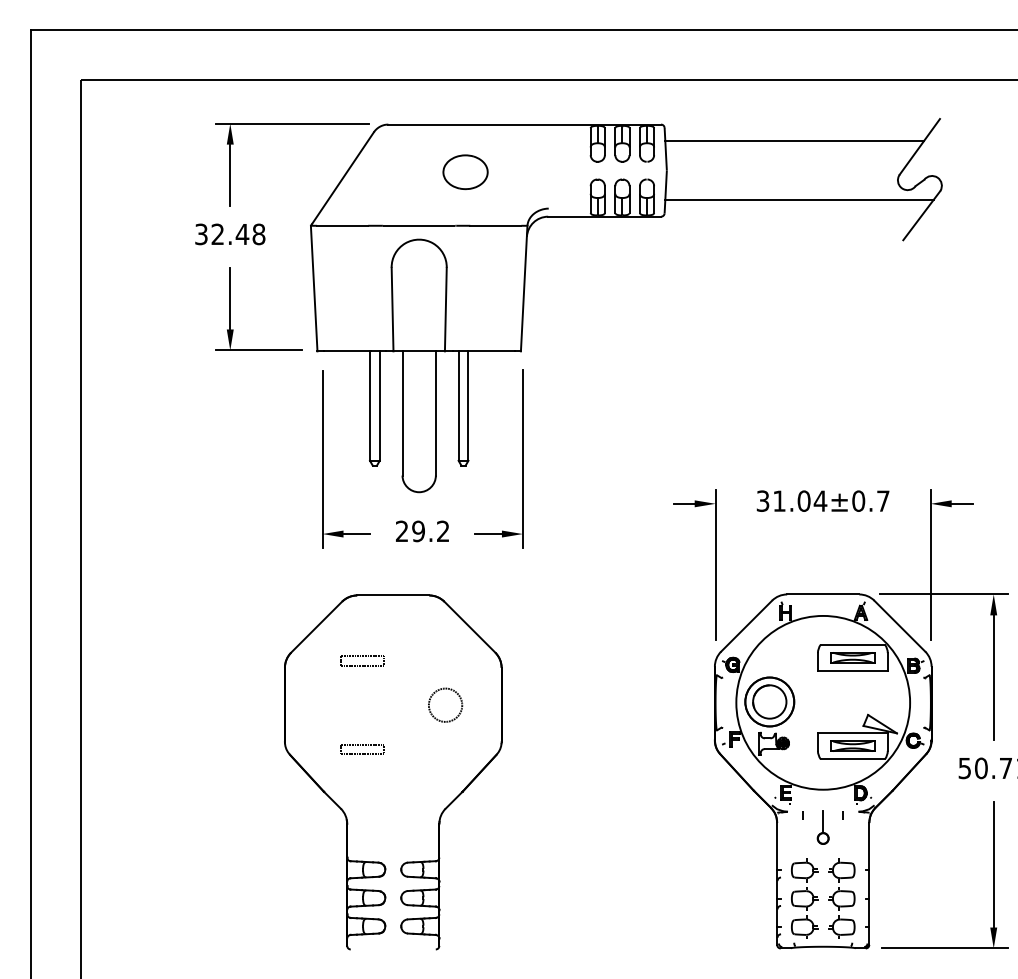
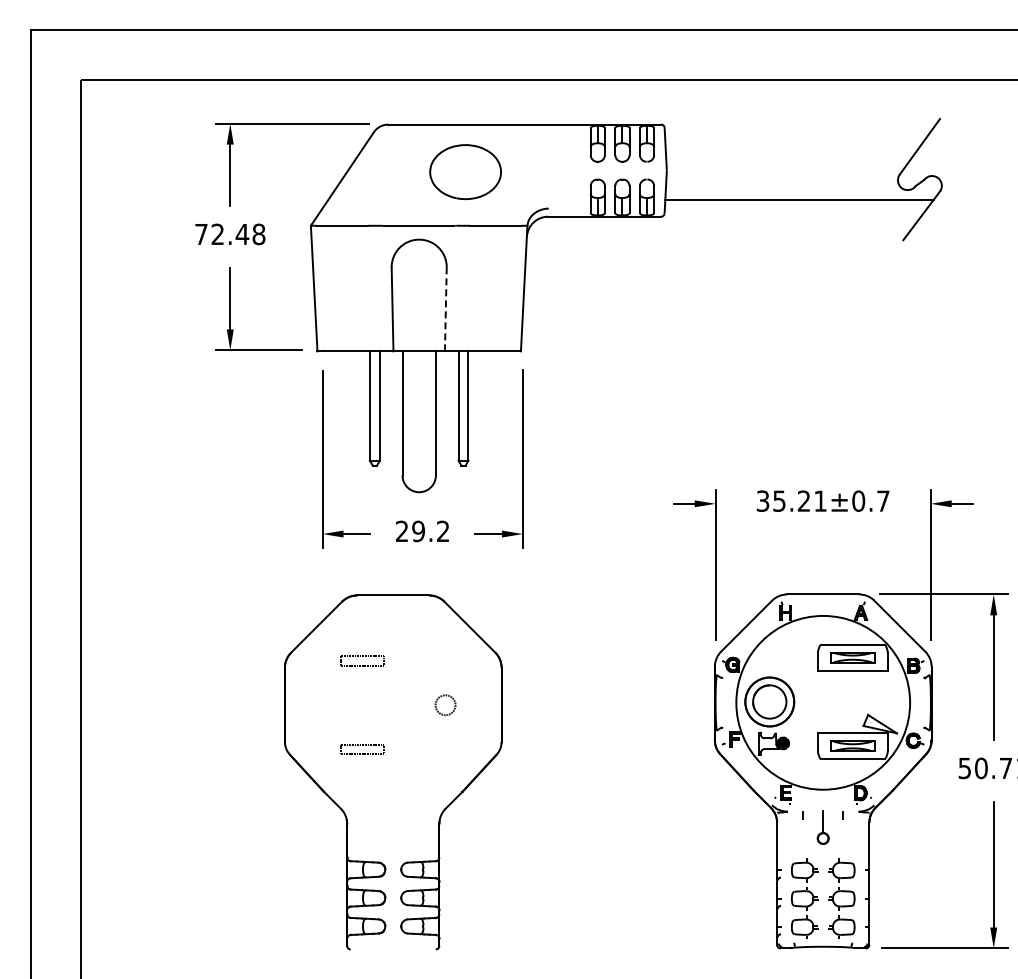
line at (794, 141): present -> none
part at (465, 172) size: 47x37 px -> 73x57 px
text at (201, 234): 32.48 -> 72.48
line at (445, 309): solid -> dashed
text at (800, 500): 31.04±0.7 -> 35.21±0.7
circle at (445, 704) diameter: 33 px -> 20 px
